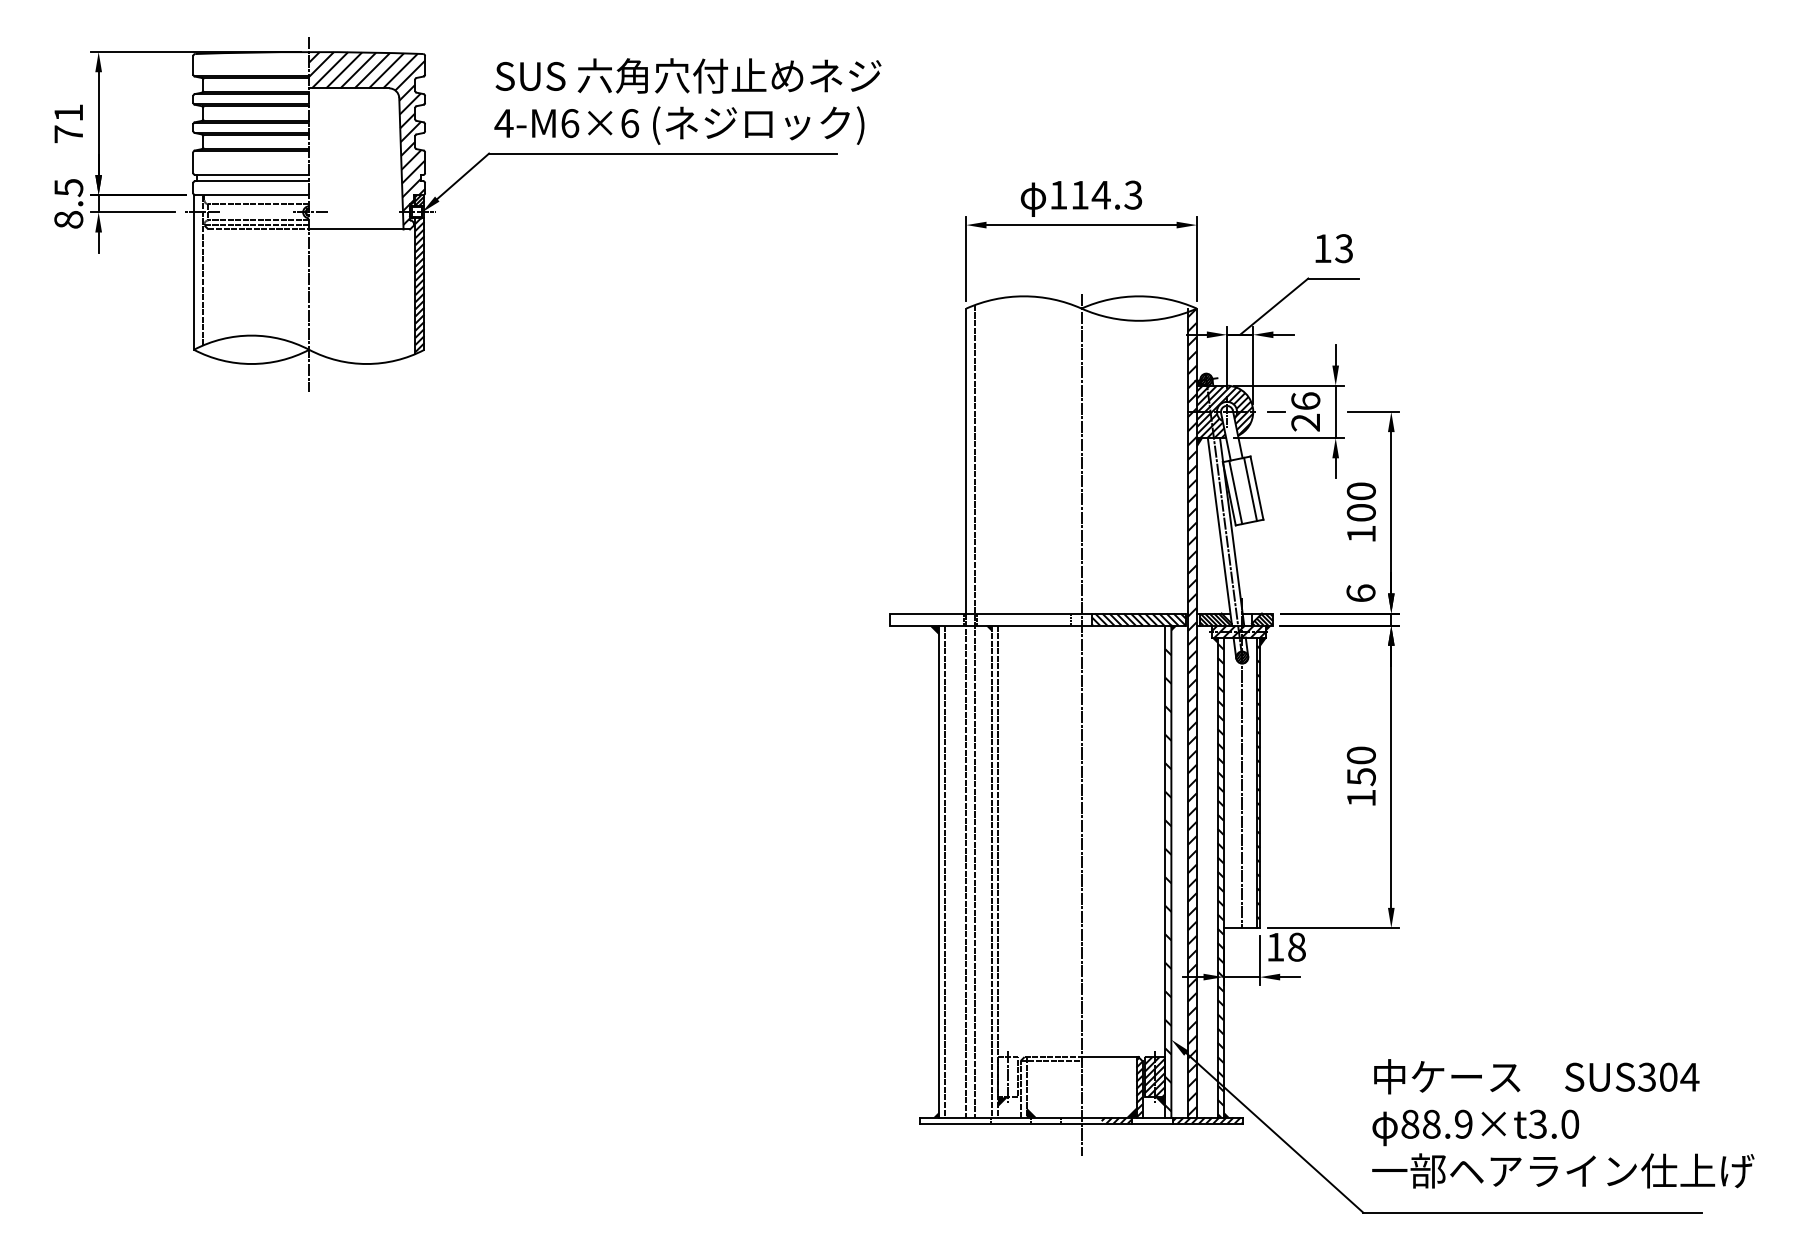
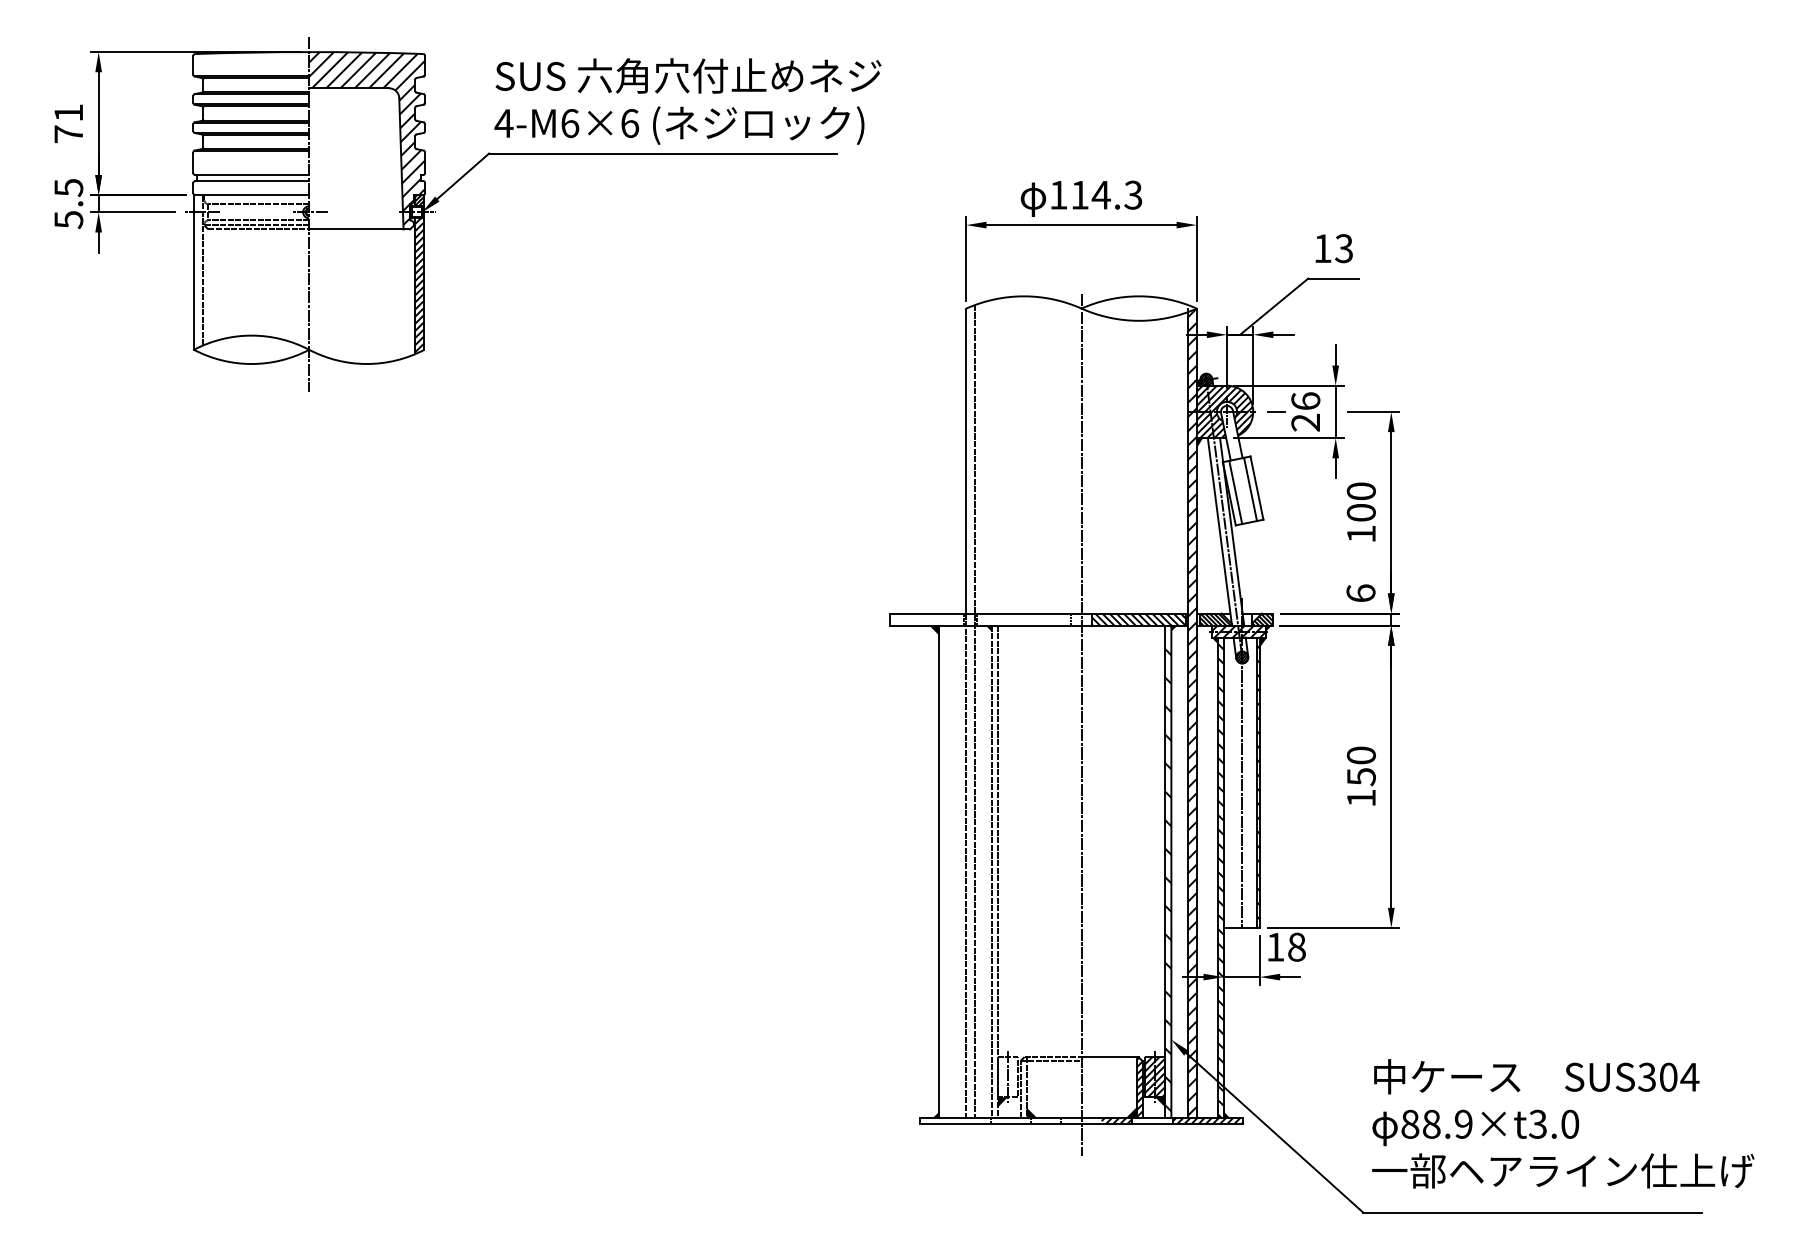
text at (68, 220): 8.5 -> 5.5
line at (945, 871): present -> none
